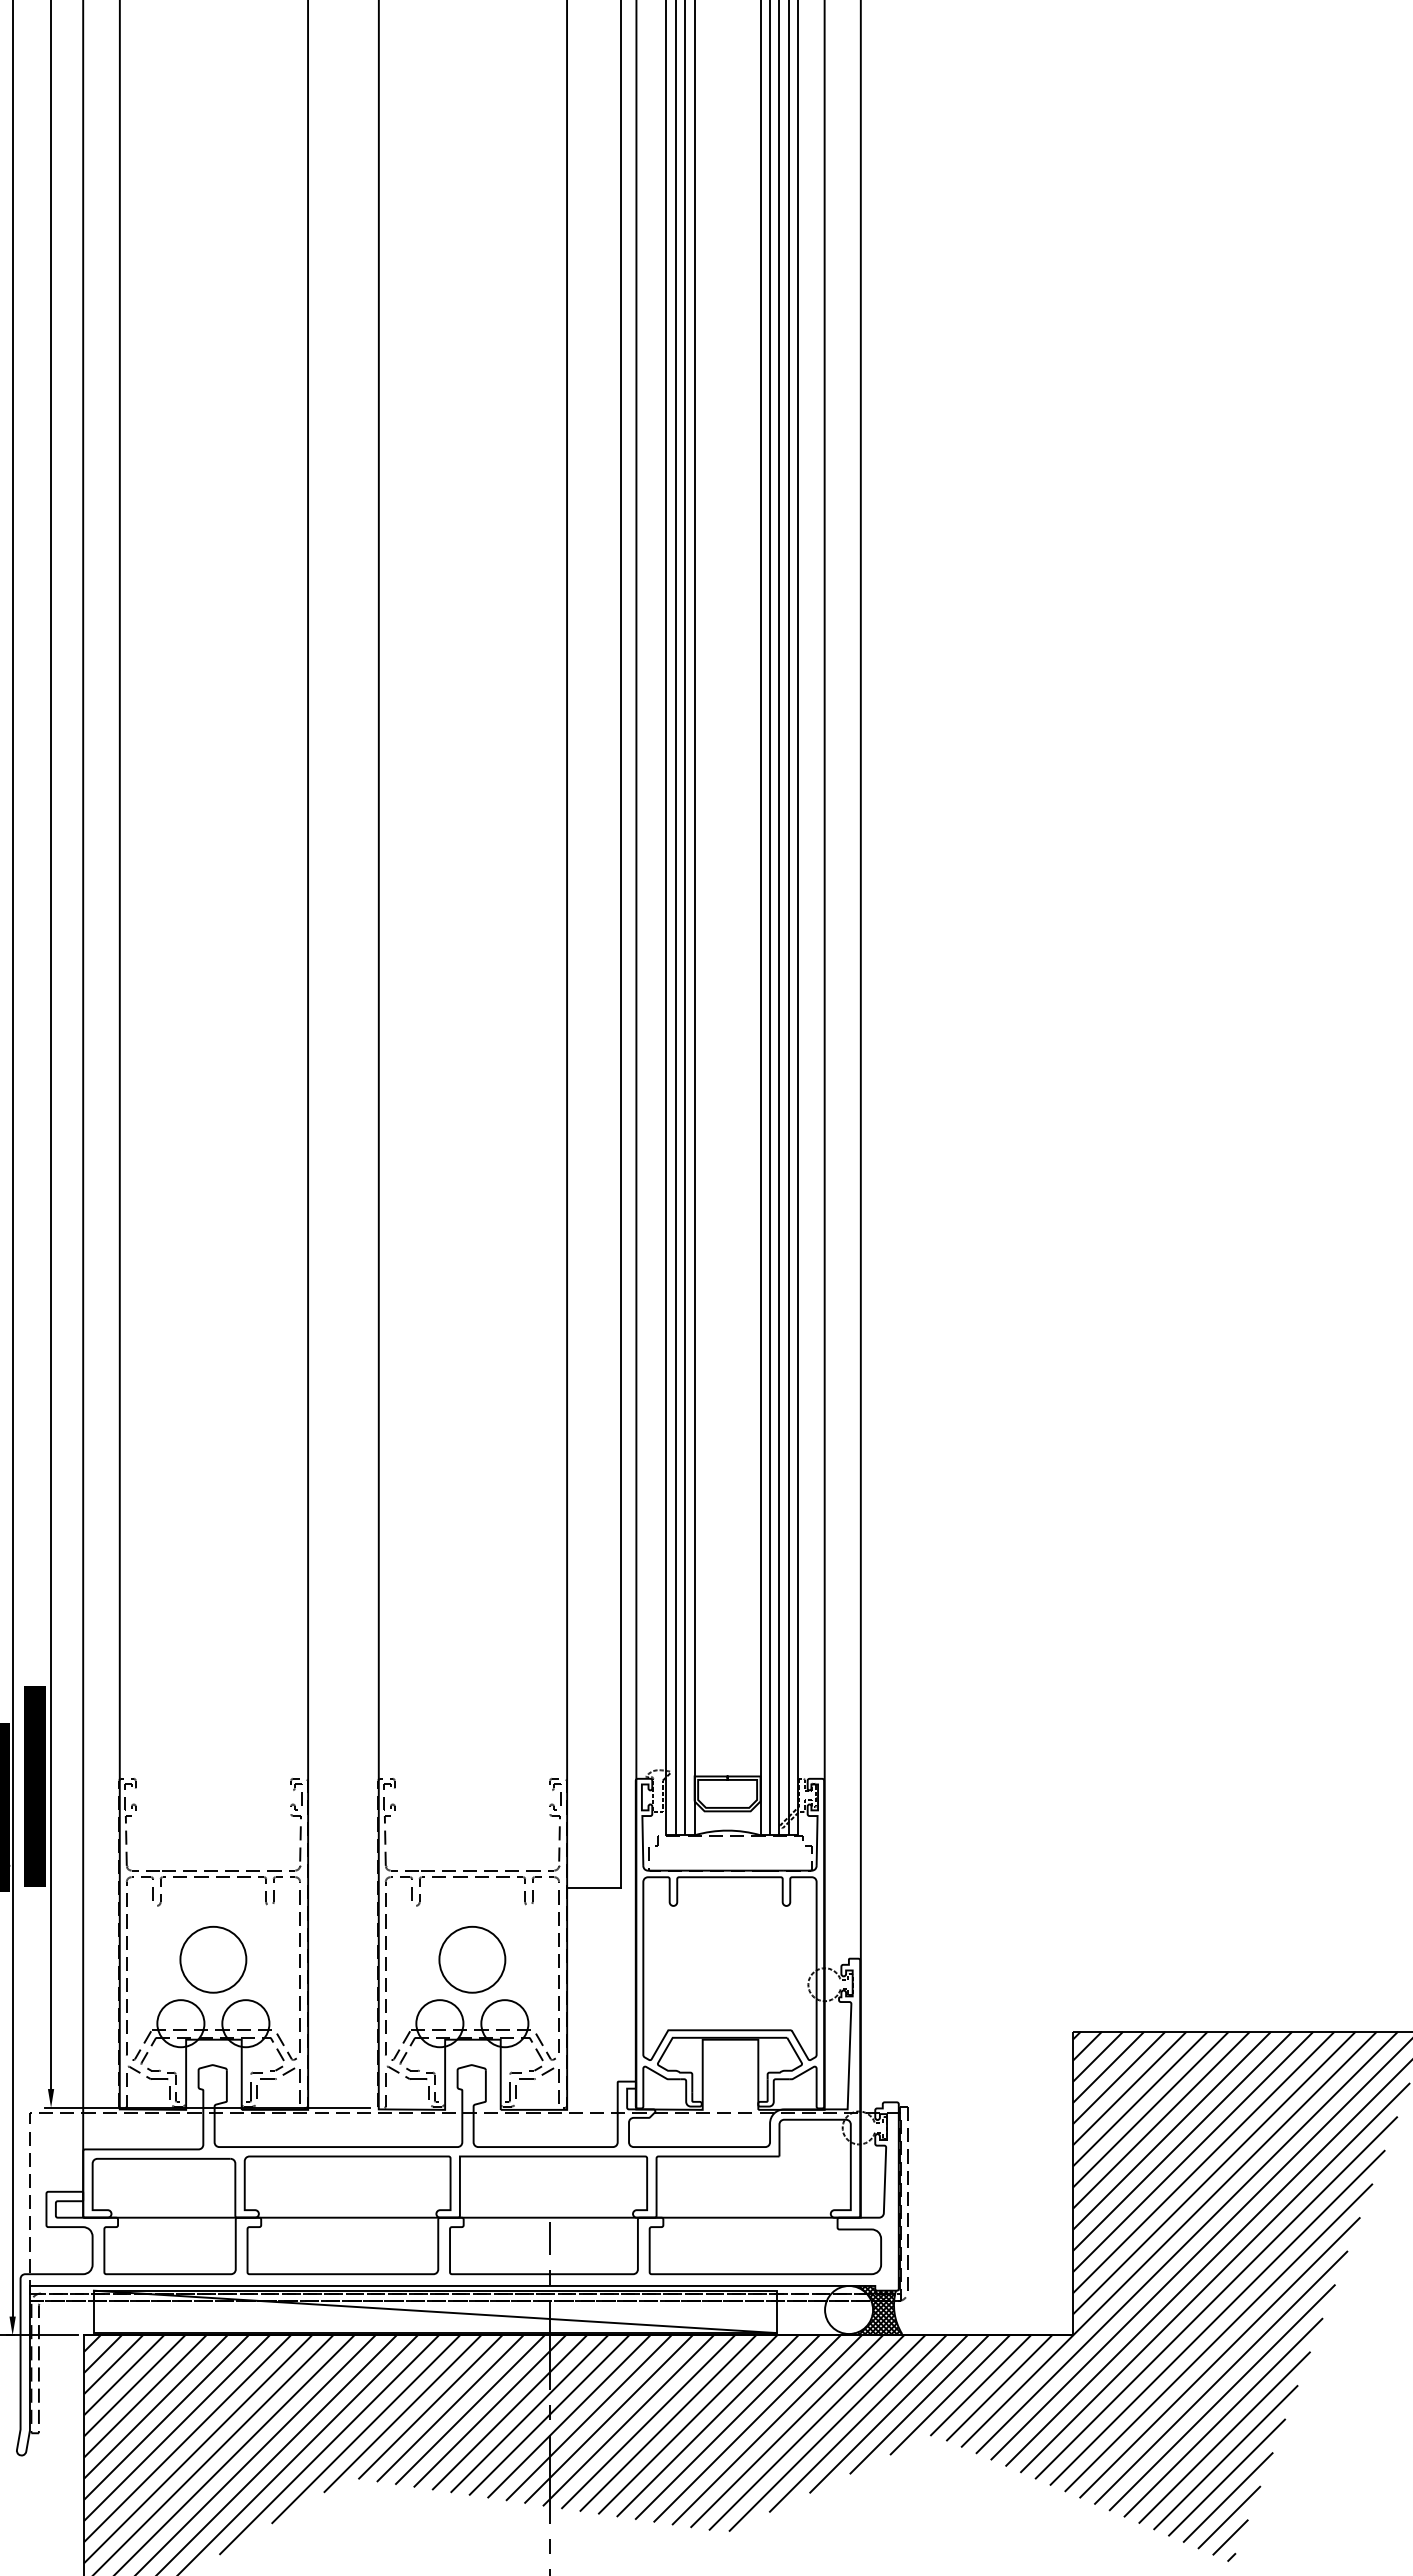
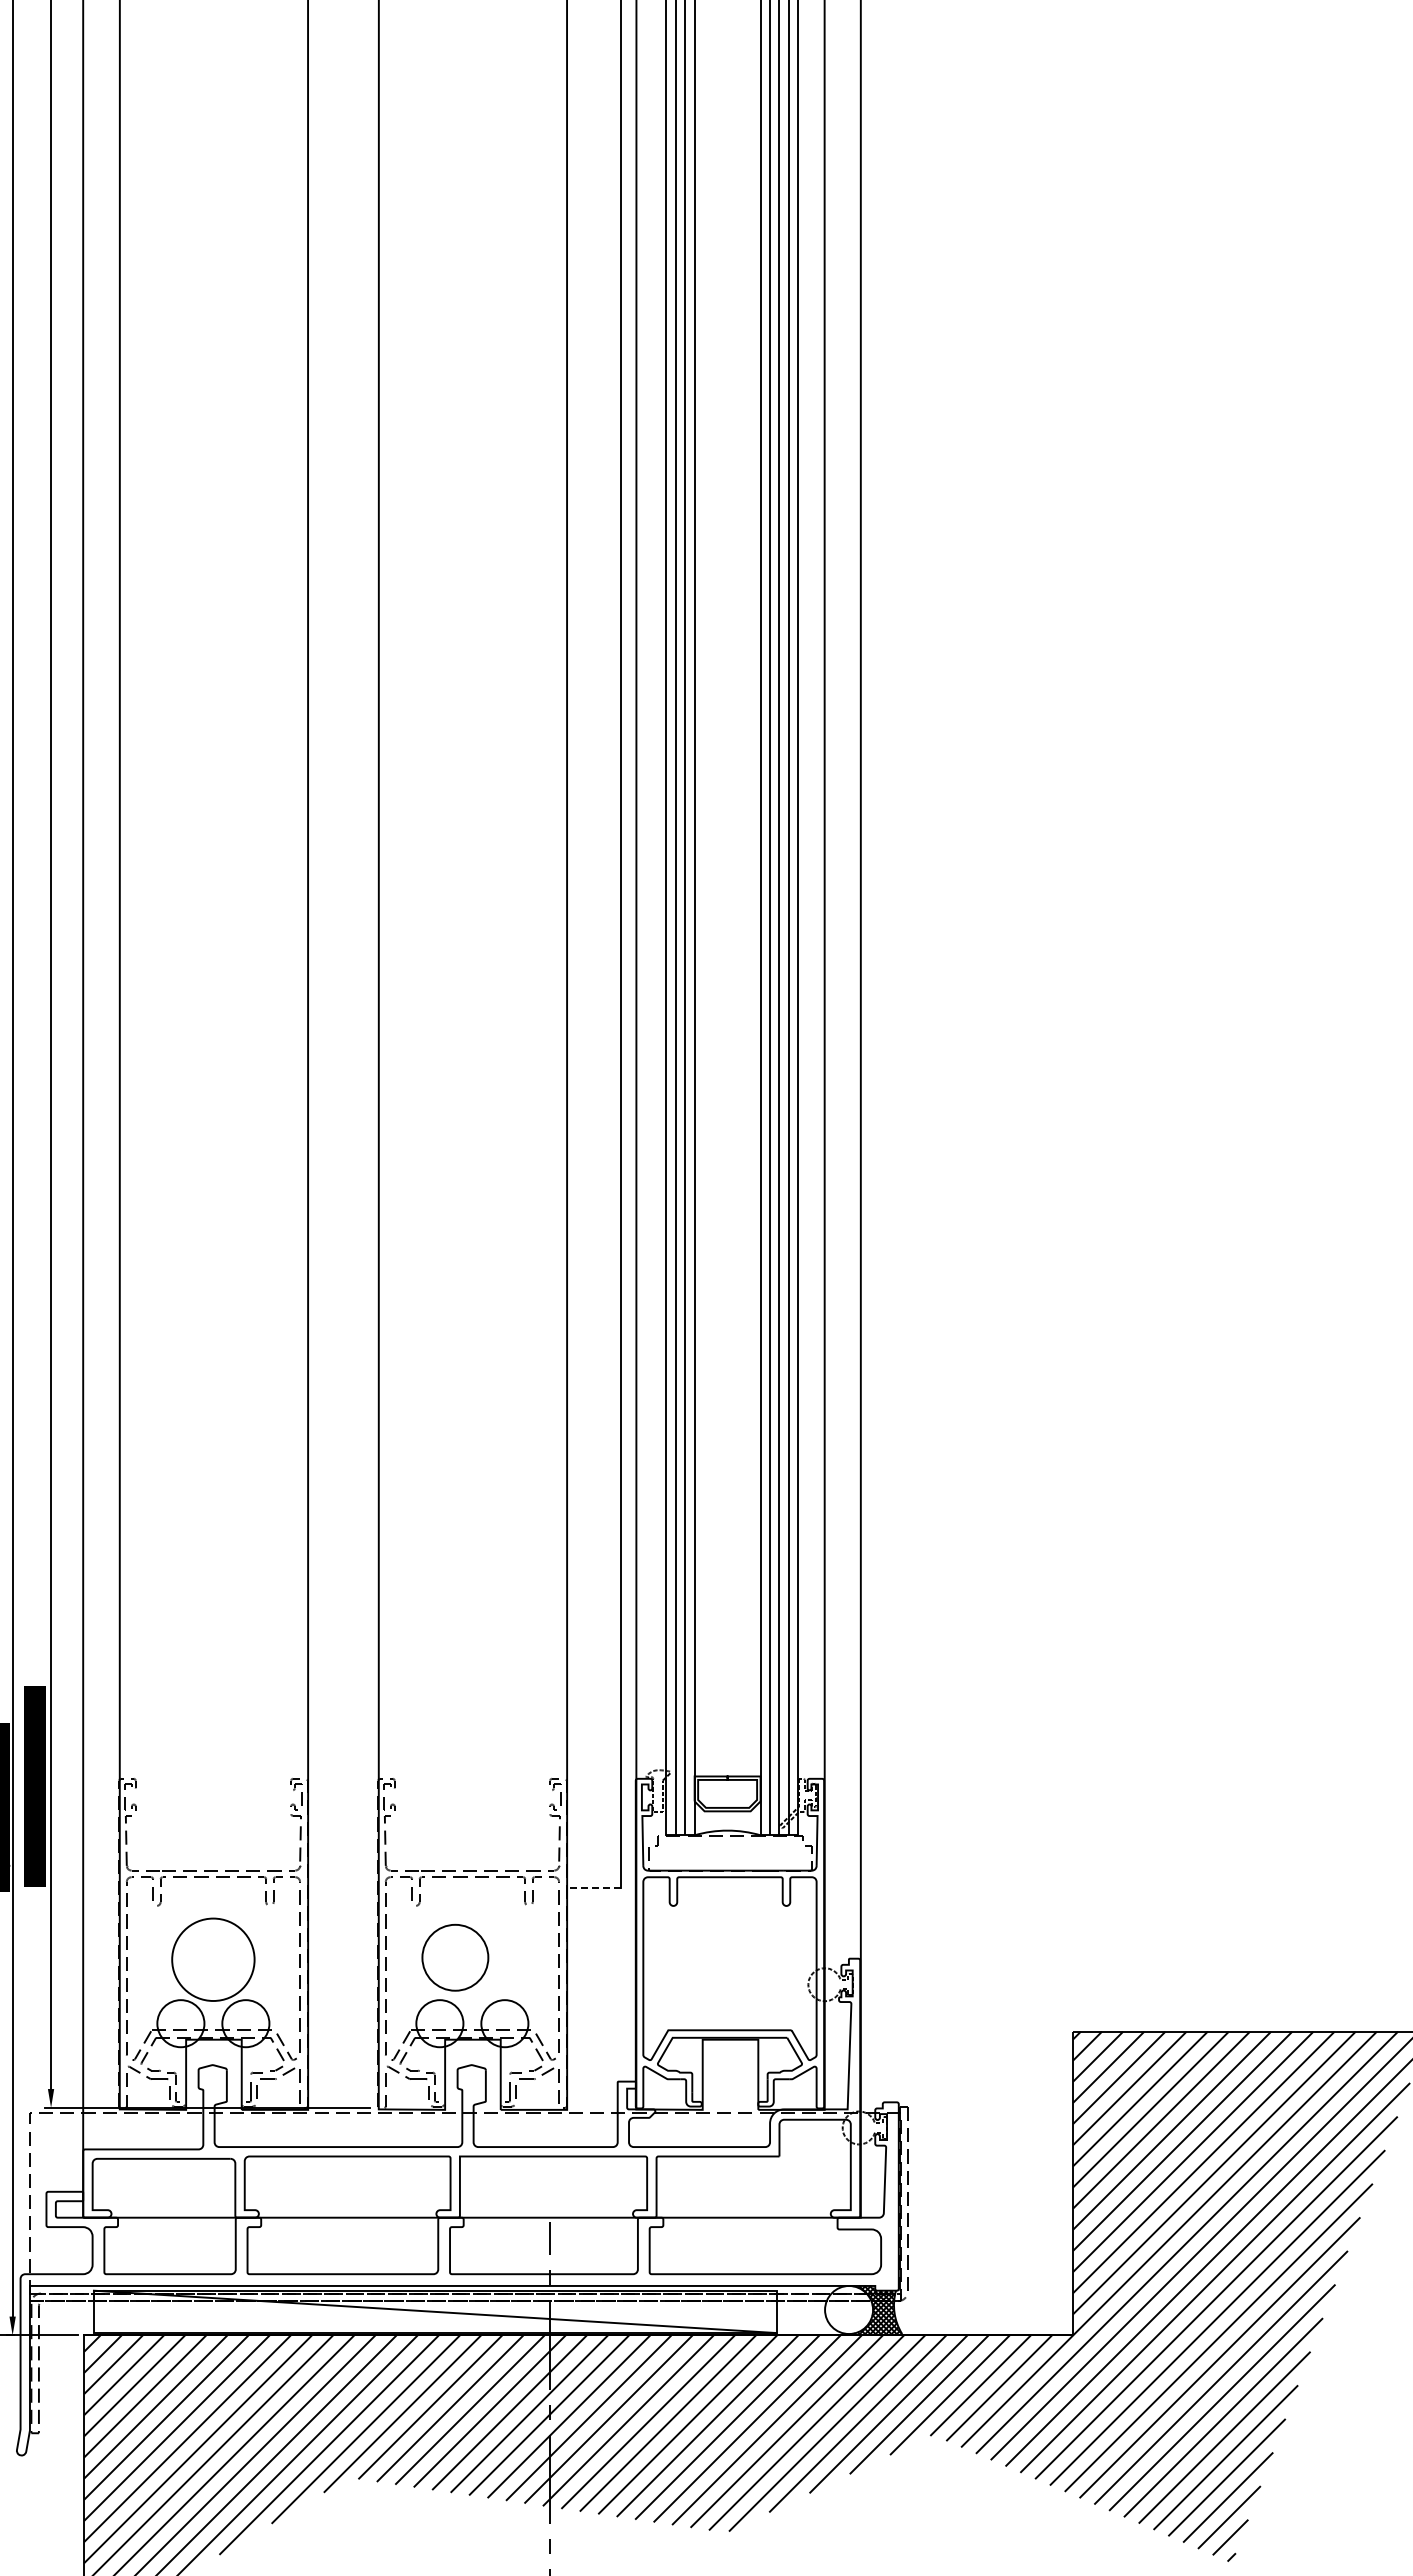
line at (593, 1887): solid -> dashed
circle at (213, 1959) diameter: 66 px -> 82 px
circle at (472, 1959) position: (472, 1959) -> (455, 1957)
